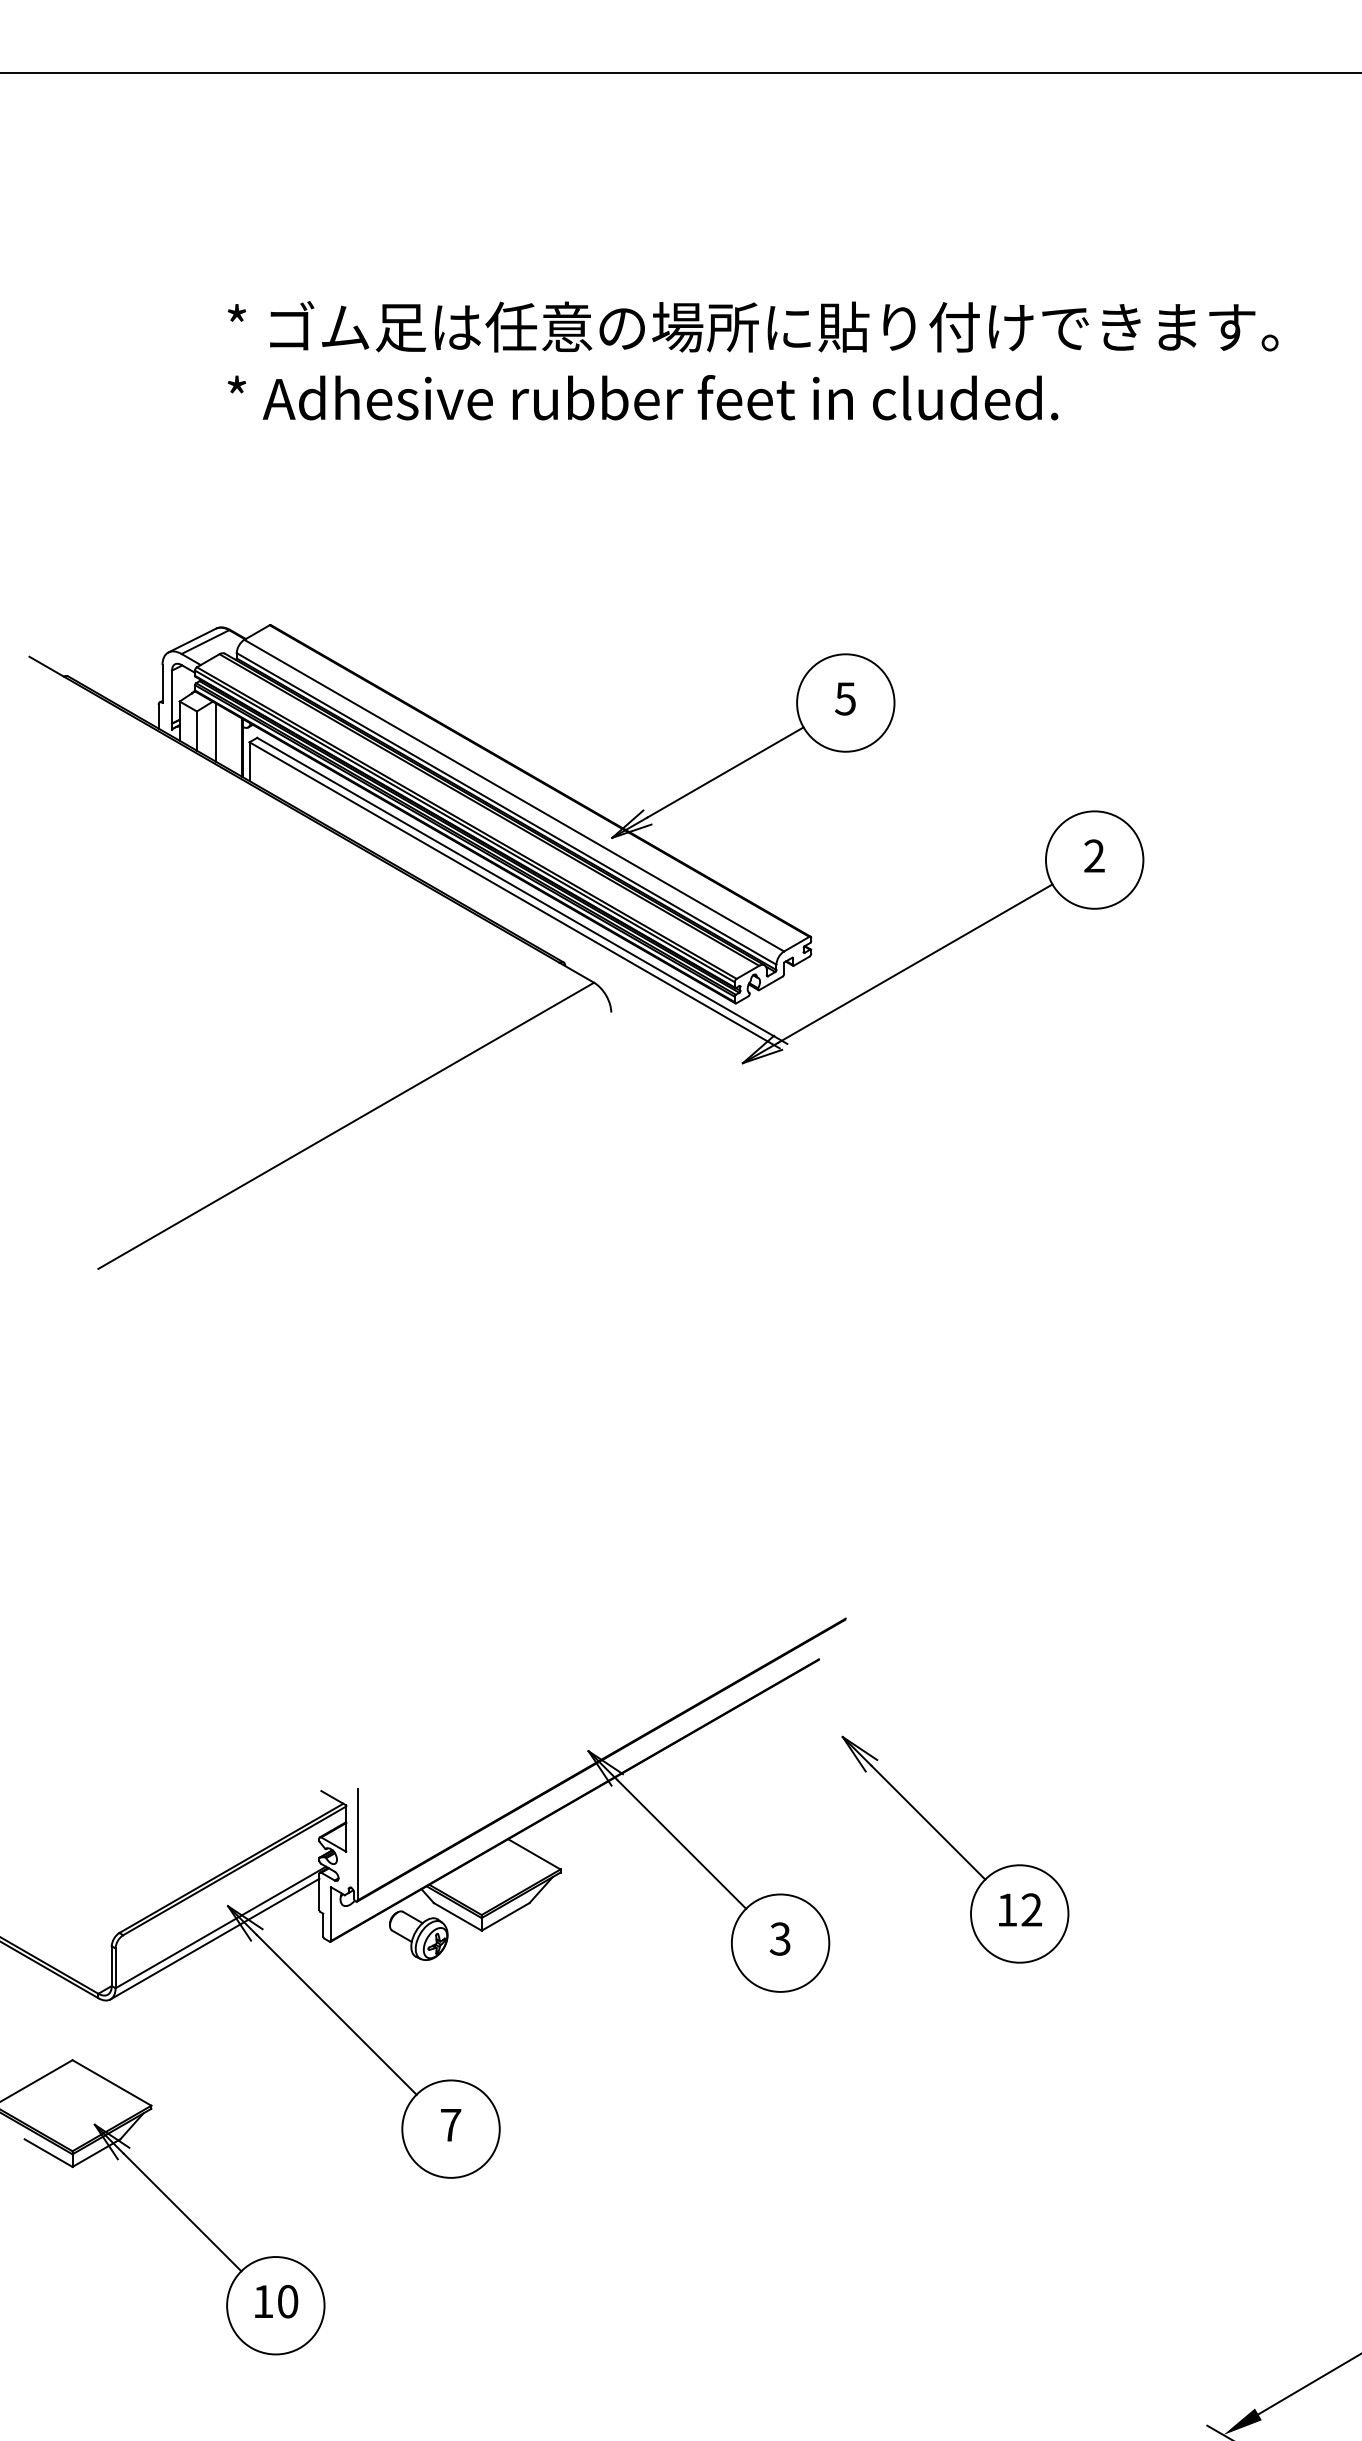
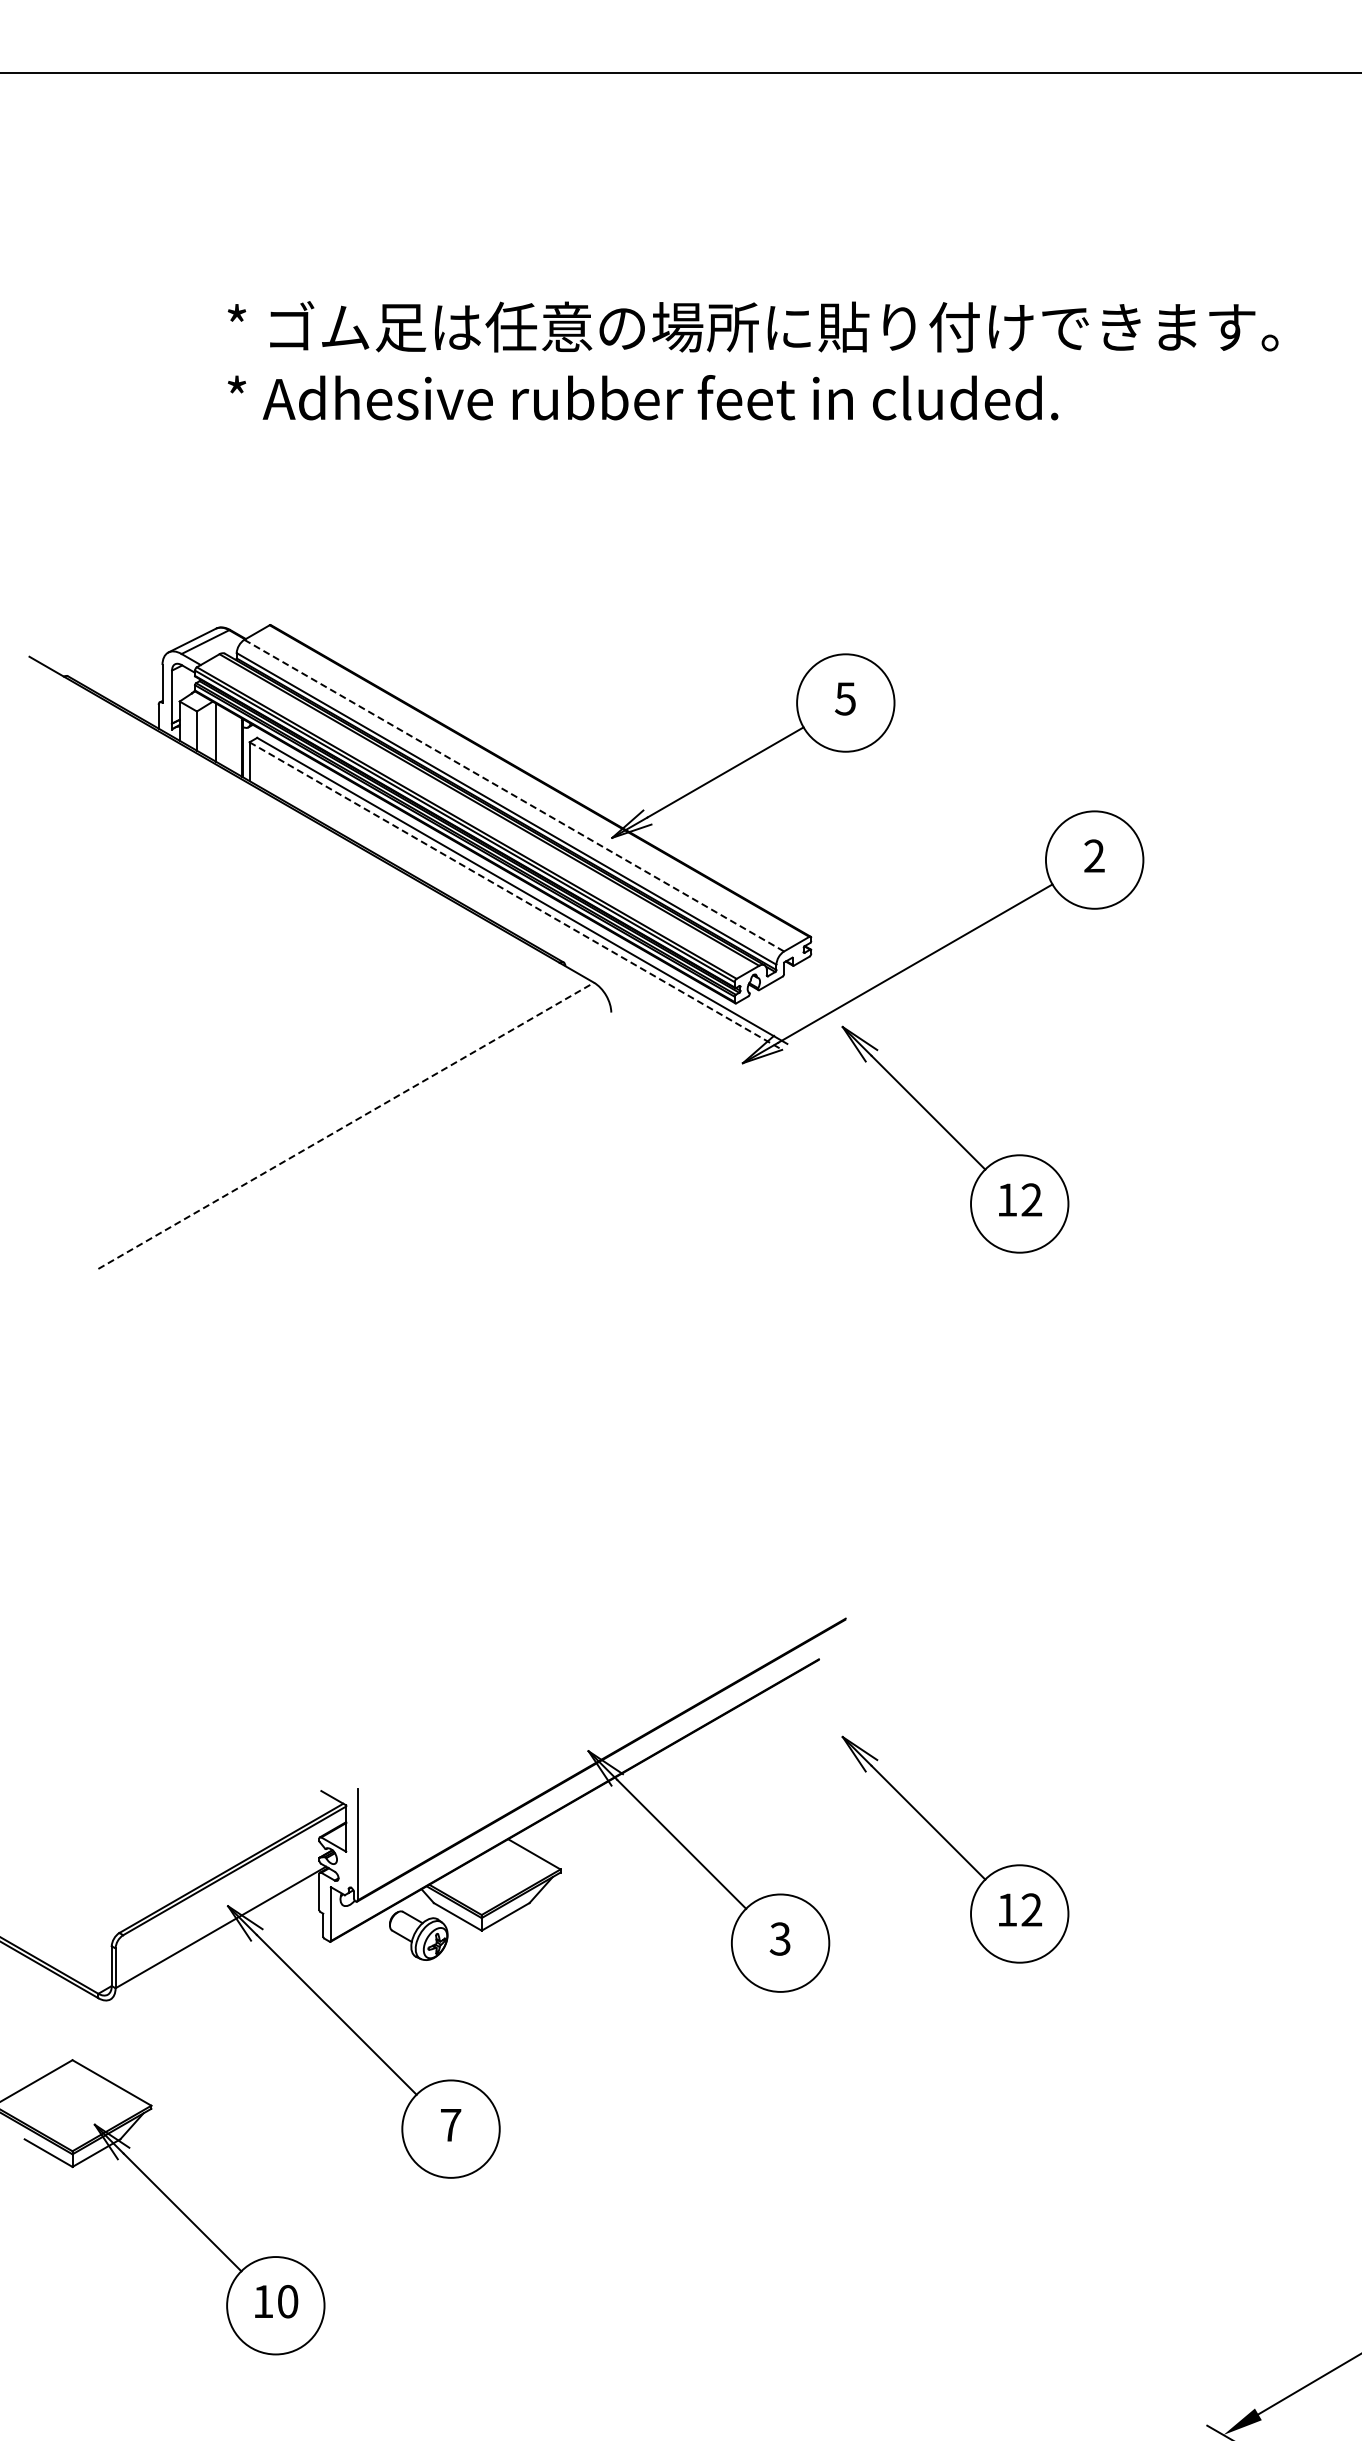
line at (514, 795): solid -> dashed
line at (515, 895): solid -> dashed
line at (346, 1125): solid -> dashed
part at (955, 1139): none -> present
line at (214, 1938): present -> none
